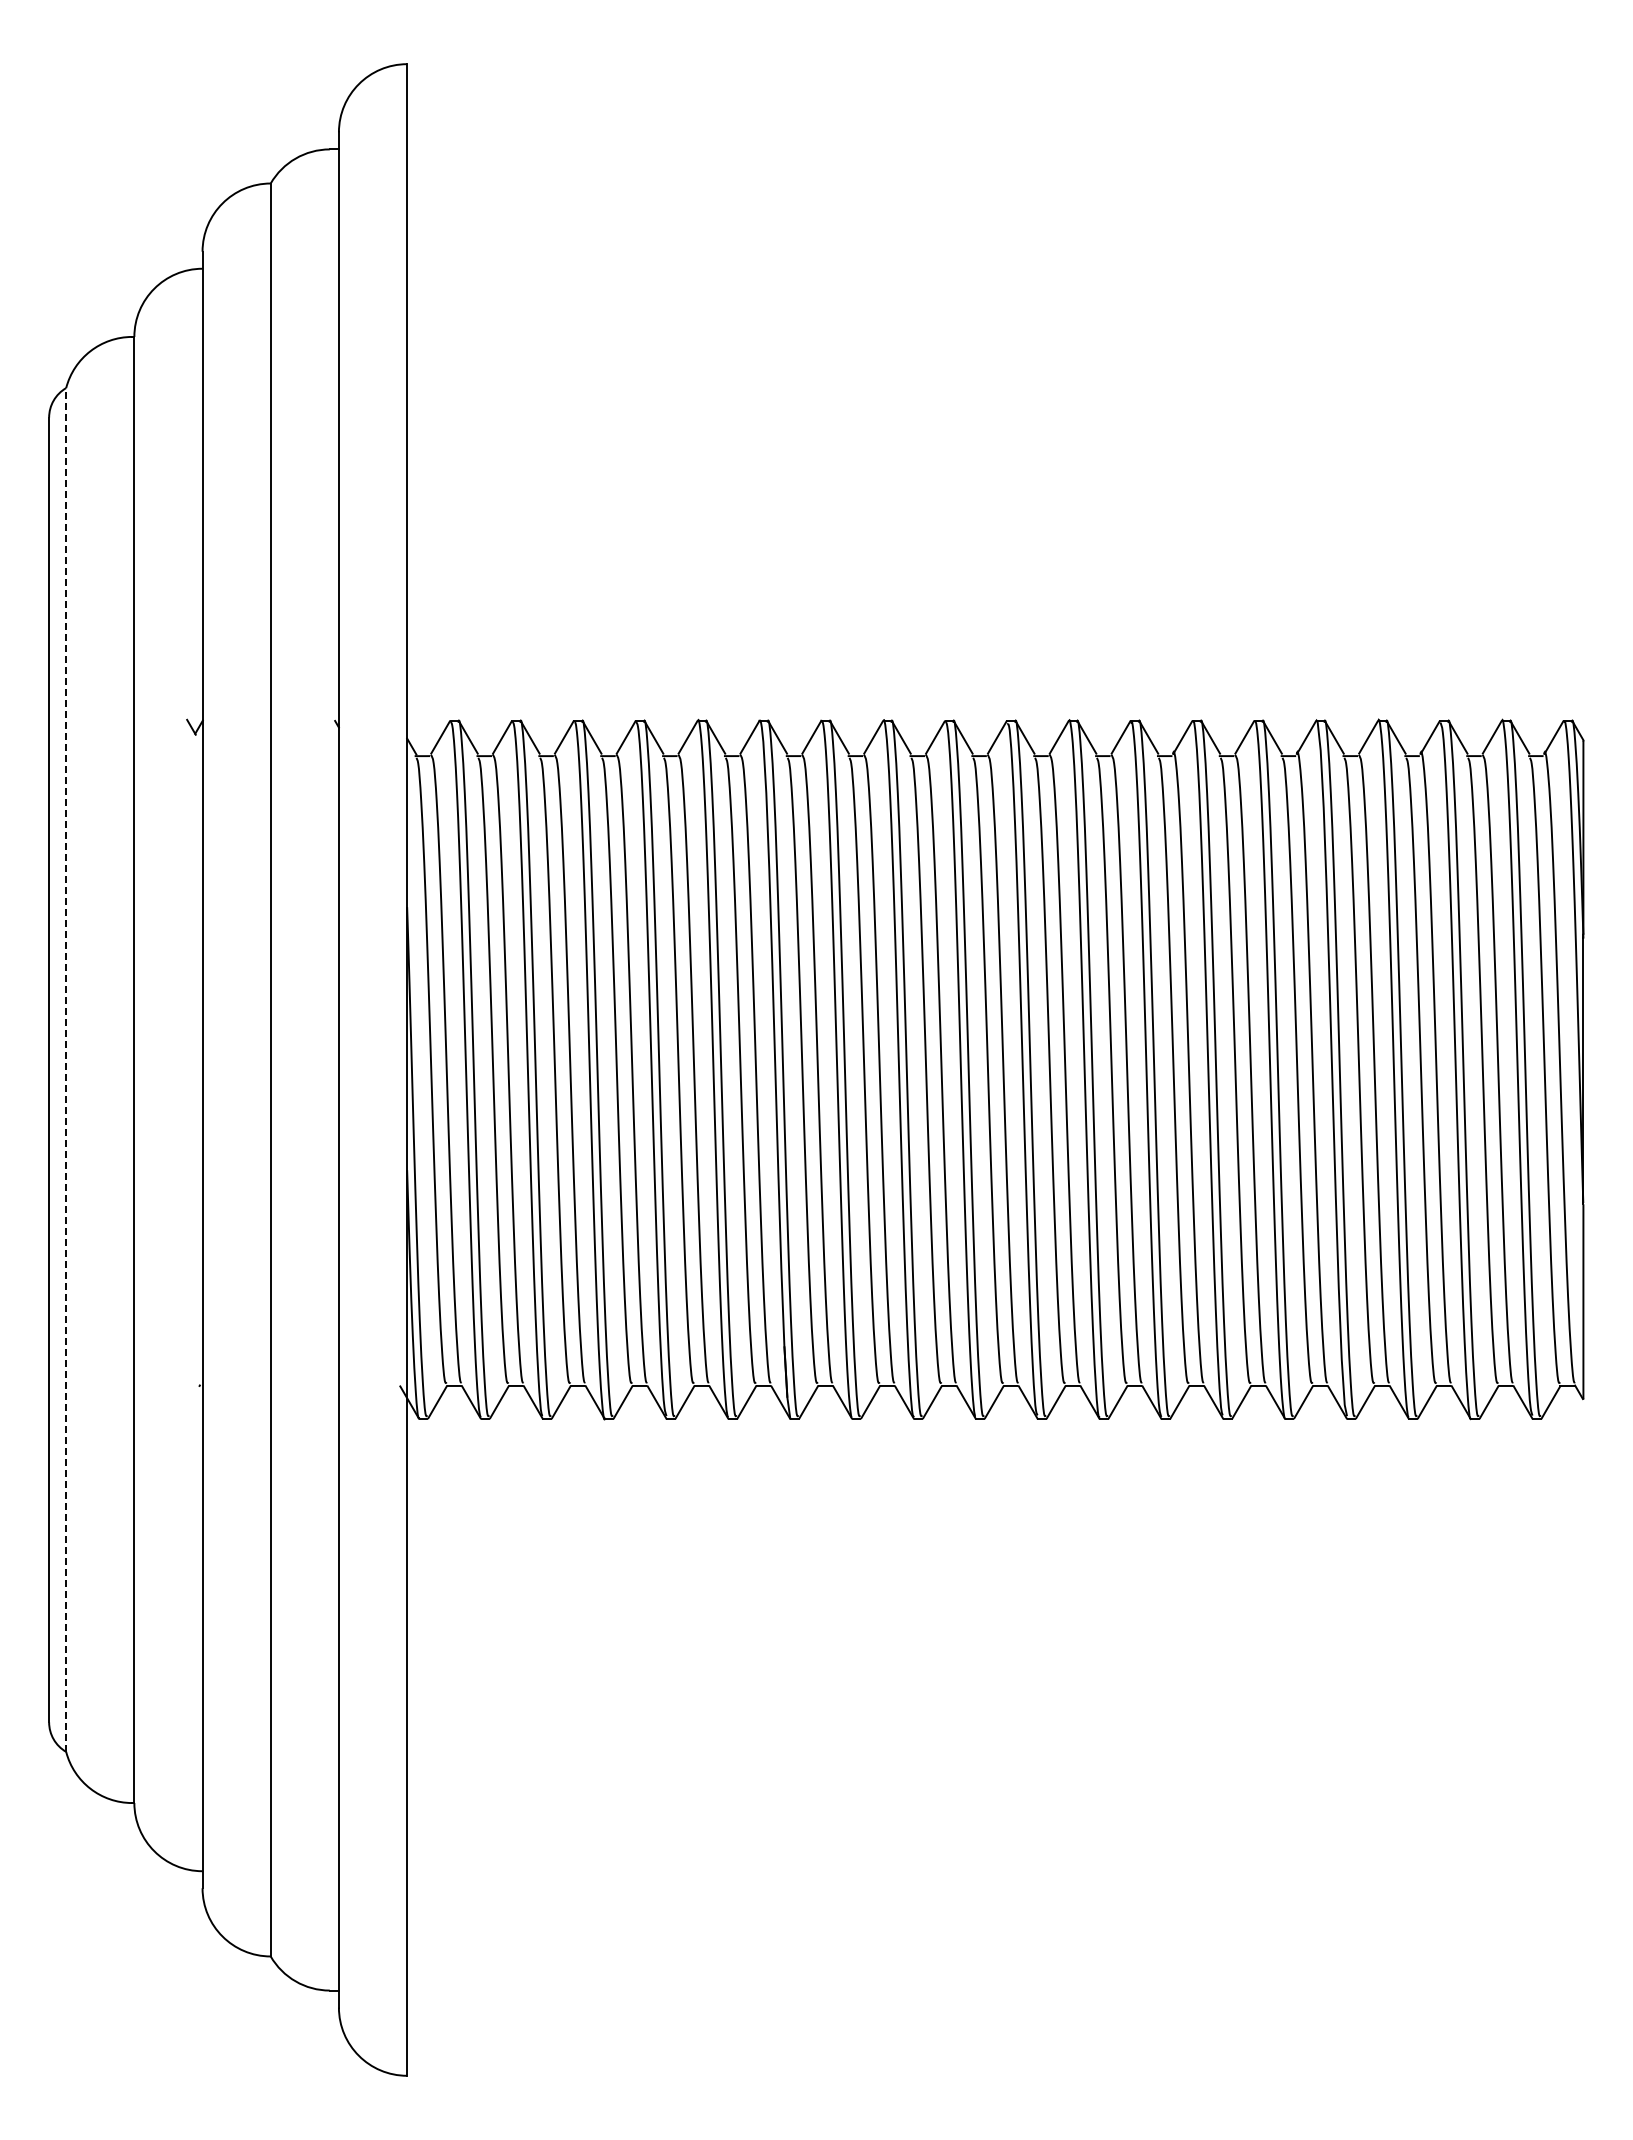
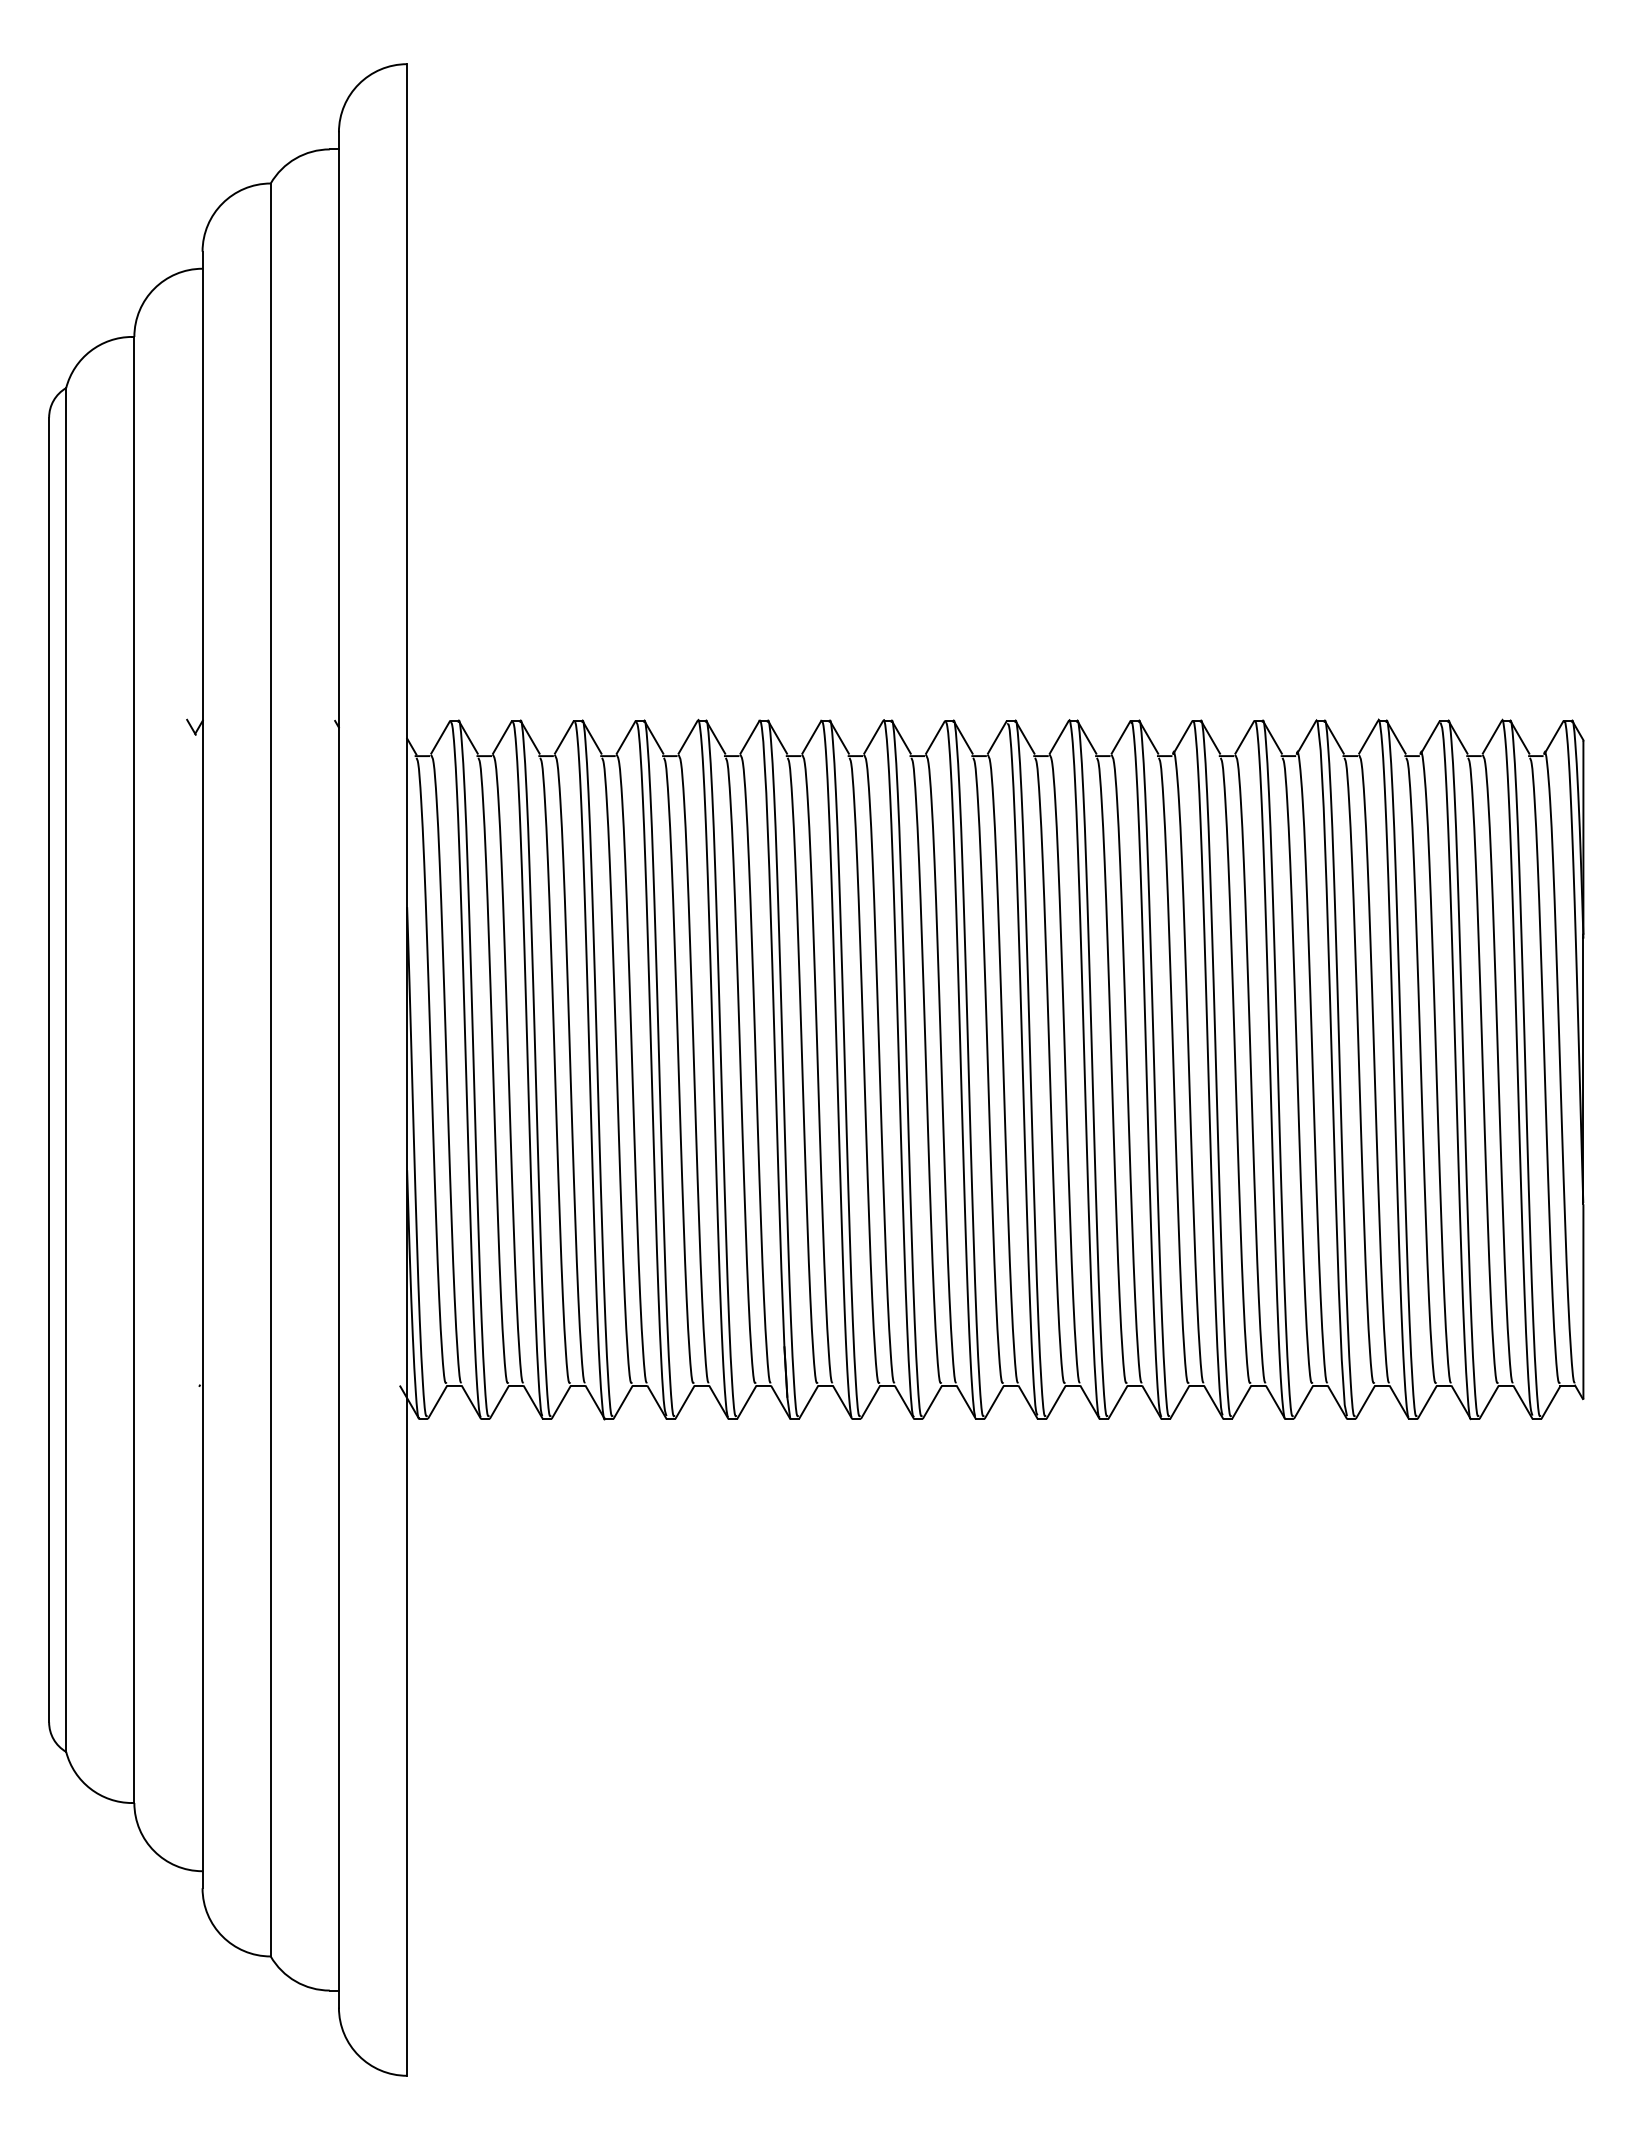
line at (66, 1069): dashed -> solid
